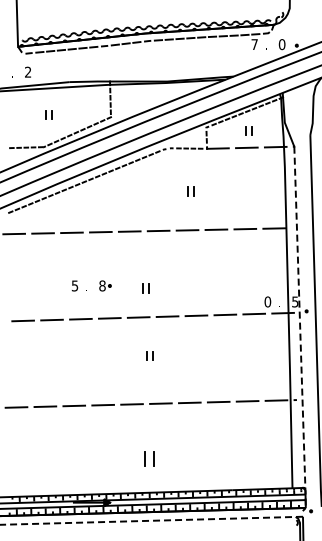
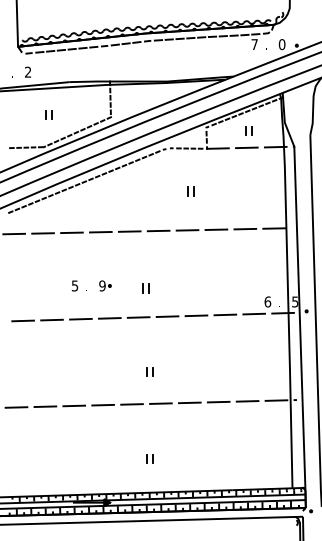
text at (102, 285): 8 -> 9
text at (267, 301): 0 -> 6
line at (300, 328): dashed -> solid
part at (149, 355) position: (149, 355) -> (149, 371)
part at (149, 458) size: 11x16 px -> 8x10 px
line at (151, 520): dashed -> solid
